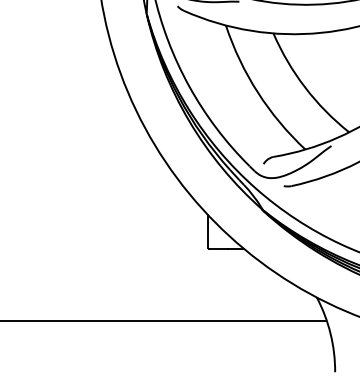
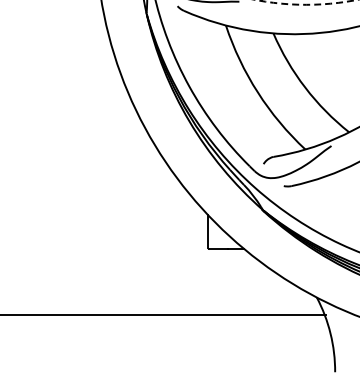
arc at (306, 4): solid -> dashed
line at (164, 320) position: (164, 320) -> (164, 314)
